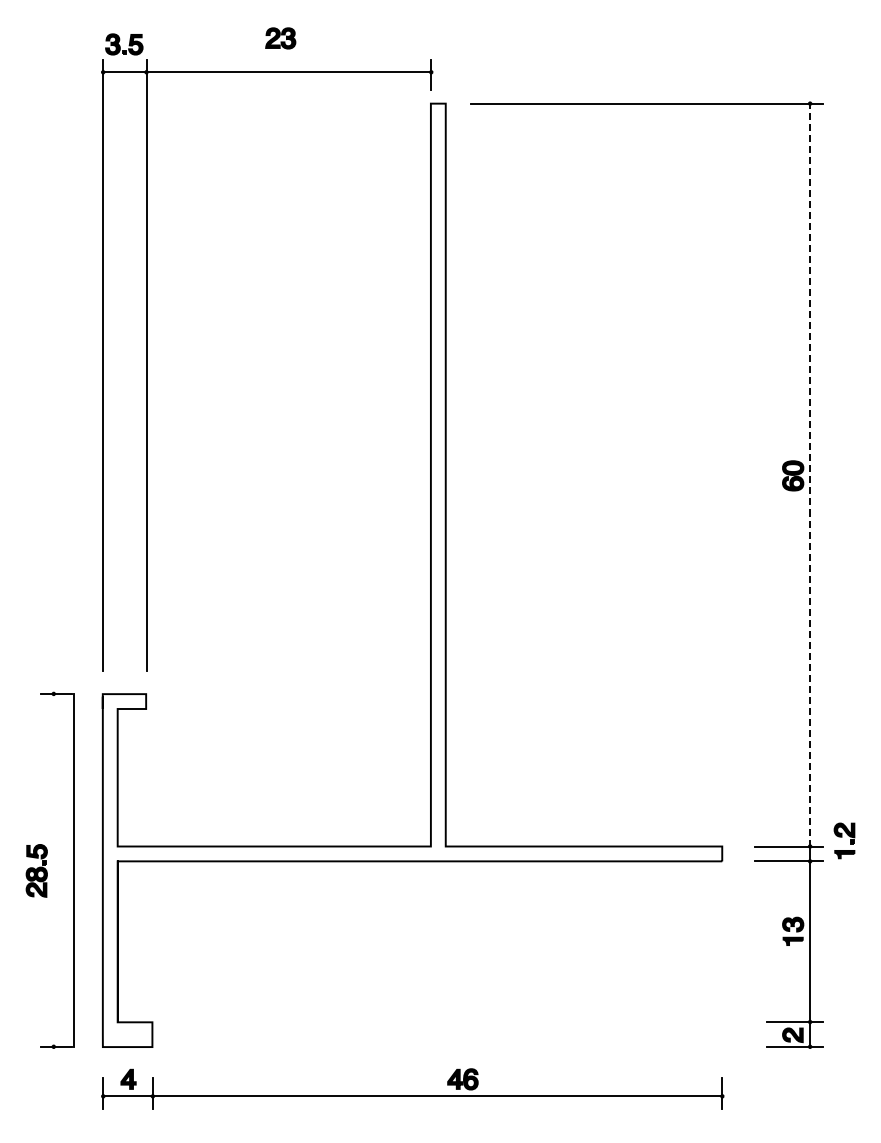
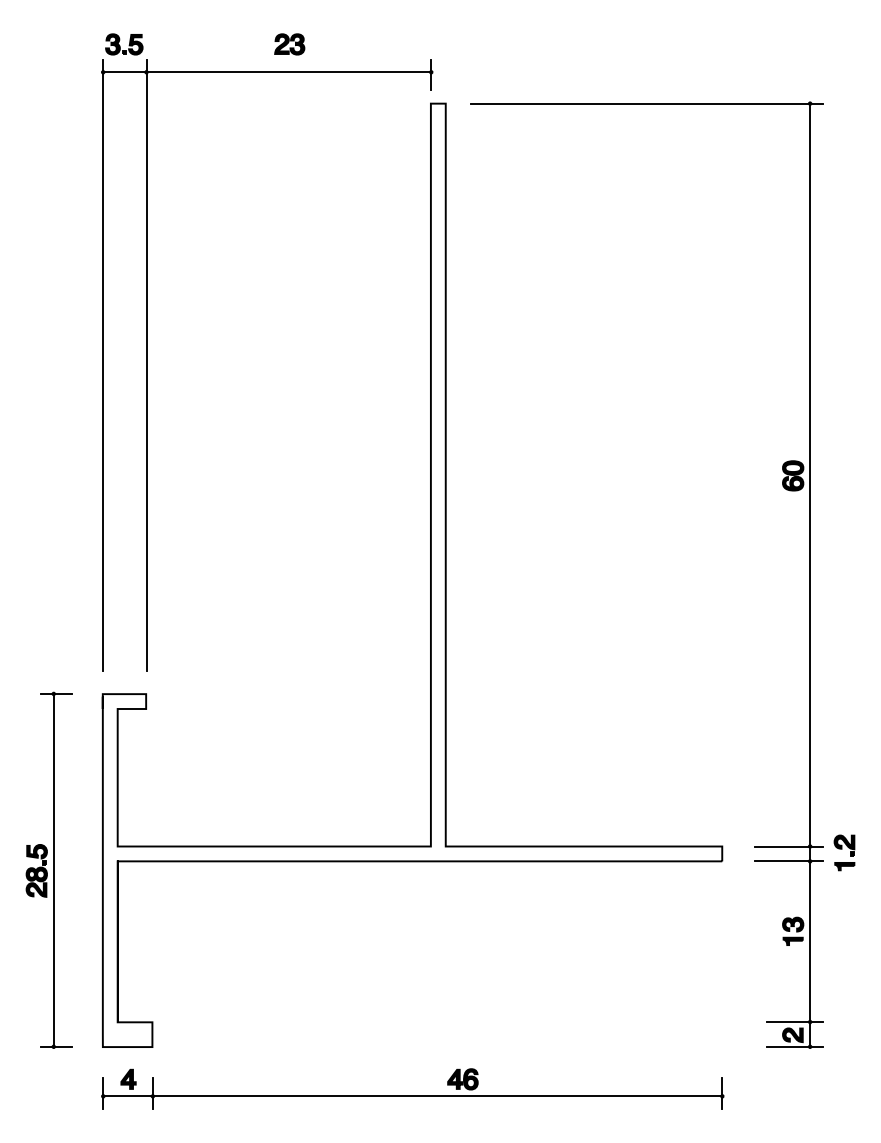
part at (280, 38) position: (280, 38) -> (289, 44)
line at (810, 474): dashed -> solid
part at (844, 840) position: (844, 840) -> (844, 852)
line at (73, 869) position: (73, 869) -> (53, 869)
